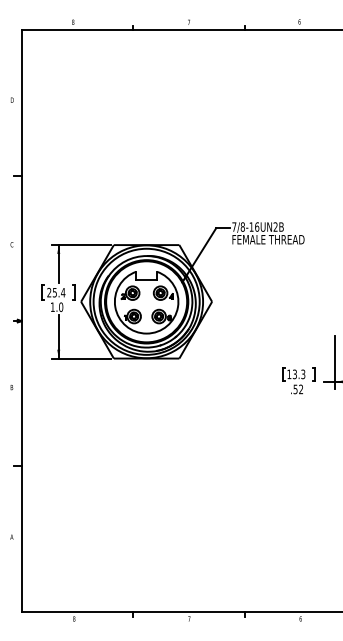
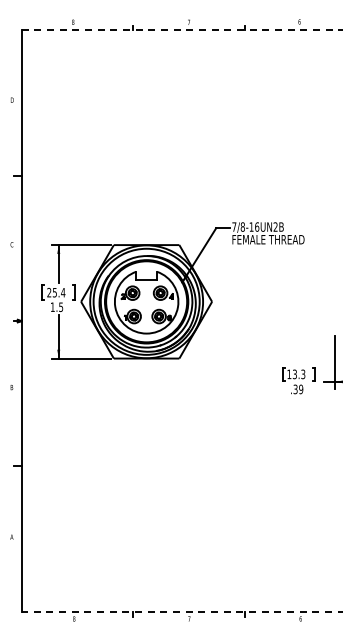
line at (182, 30): solid -> dashed
text at (61, 306): 1.0 -> 1.5
text at (298, 389): .52 -> .39
line at (181, 611): solid -> dashed
